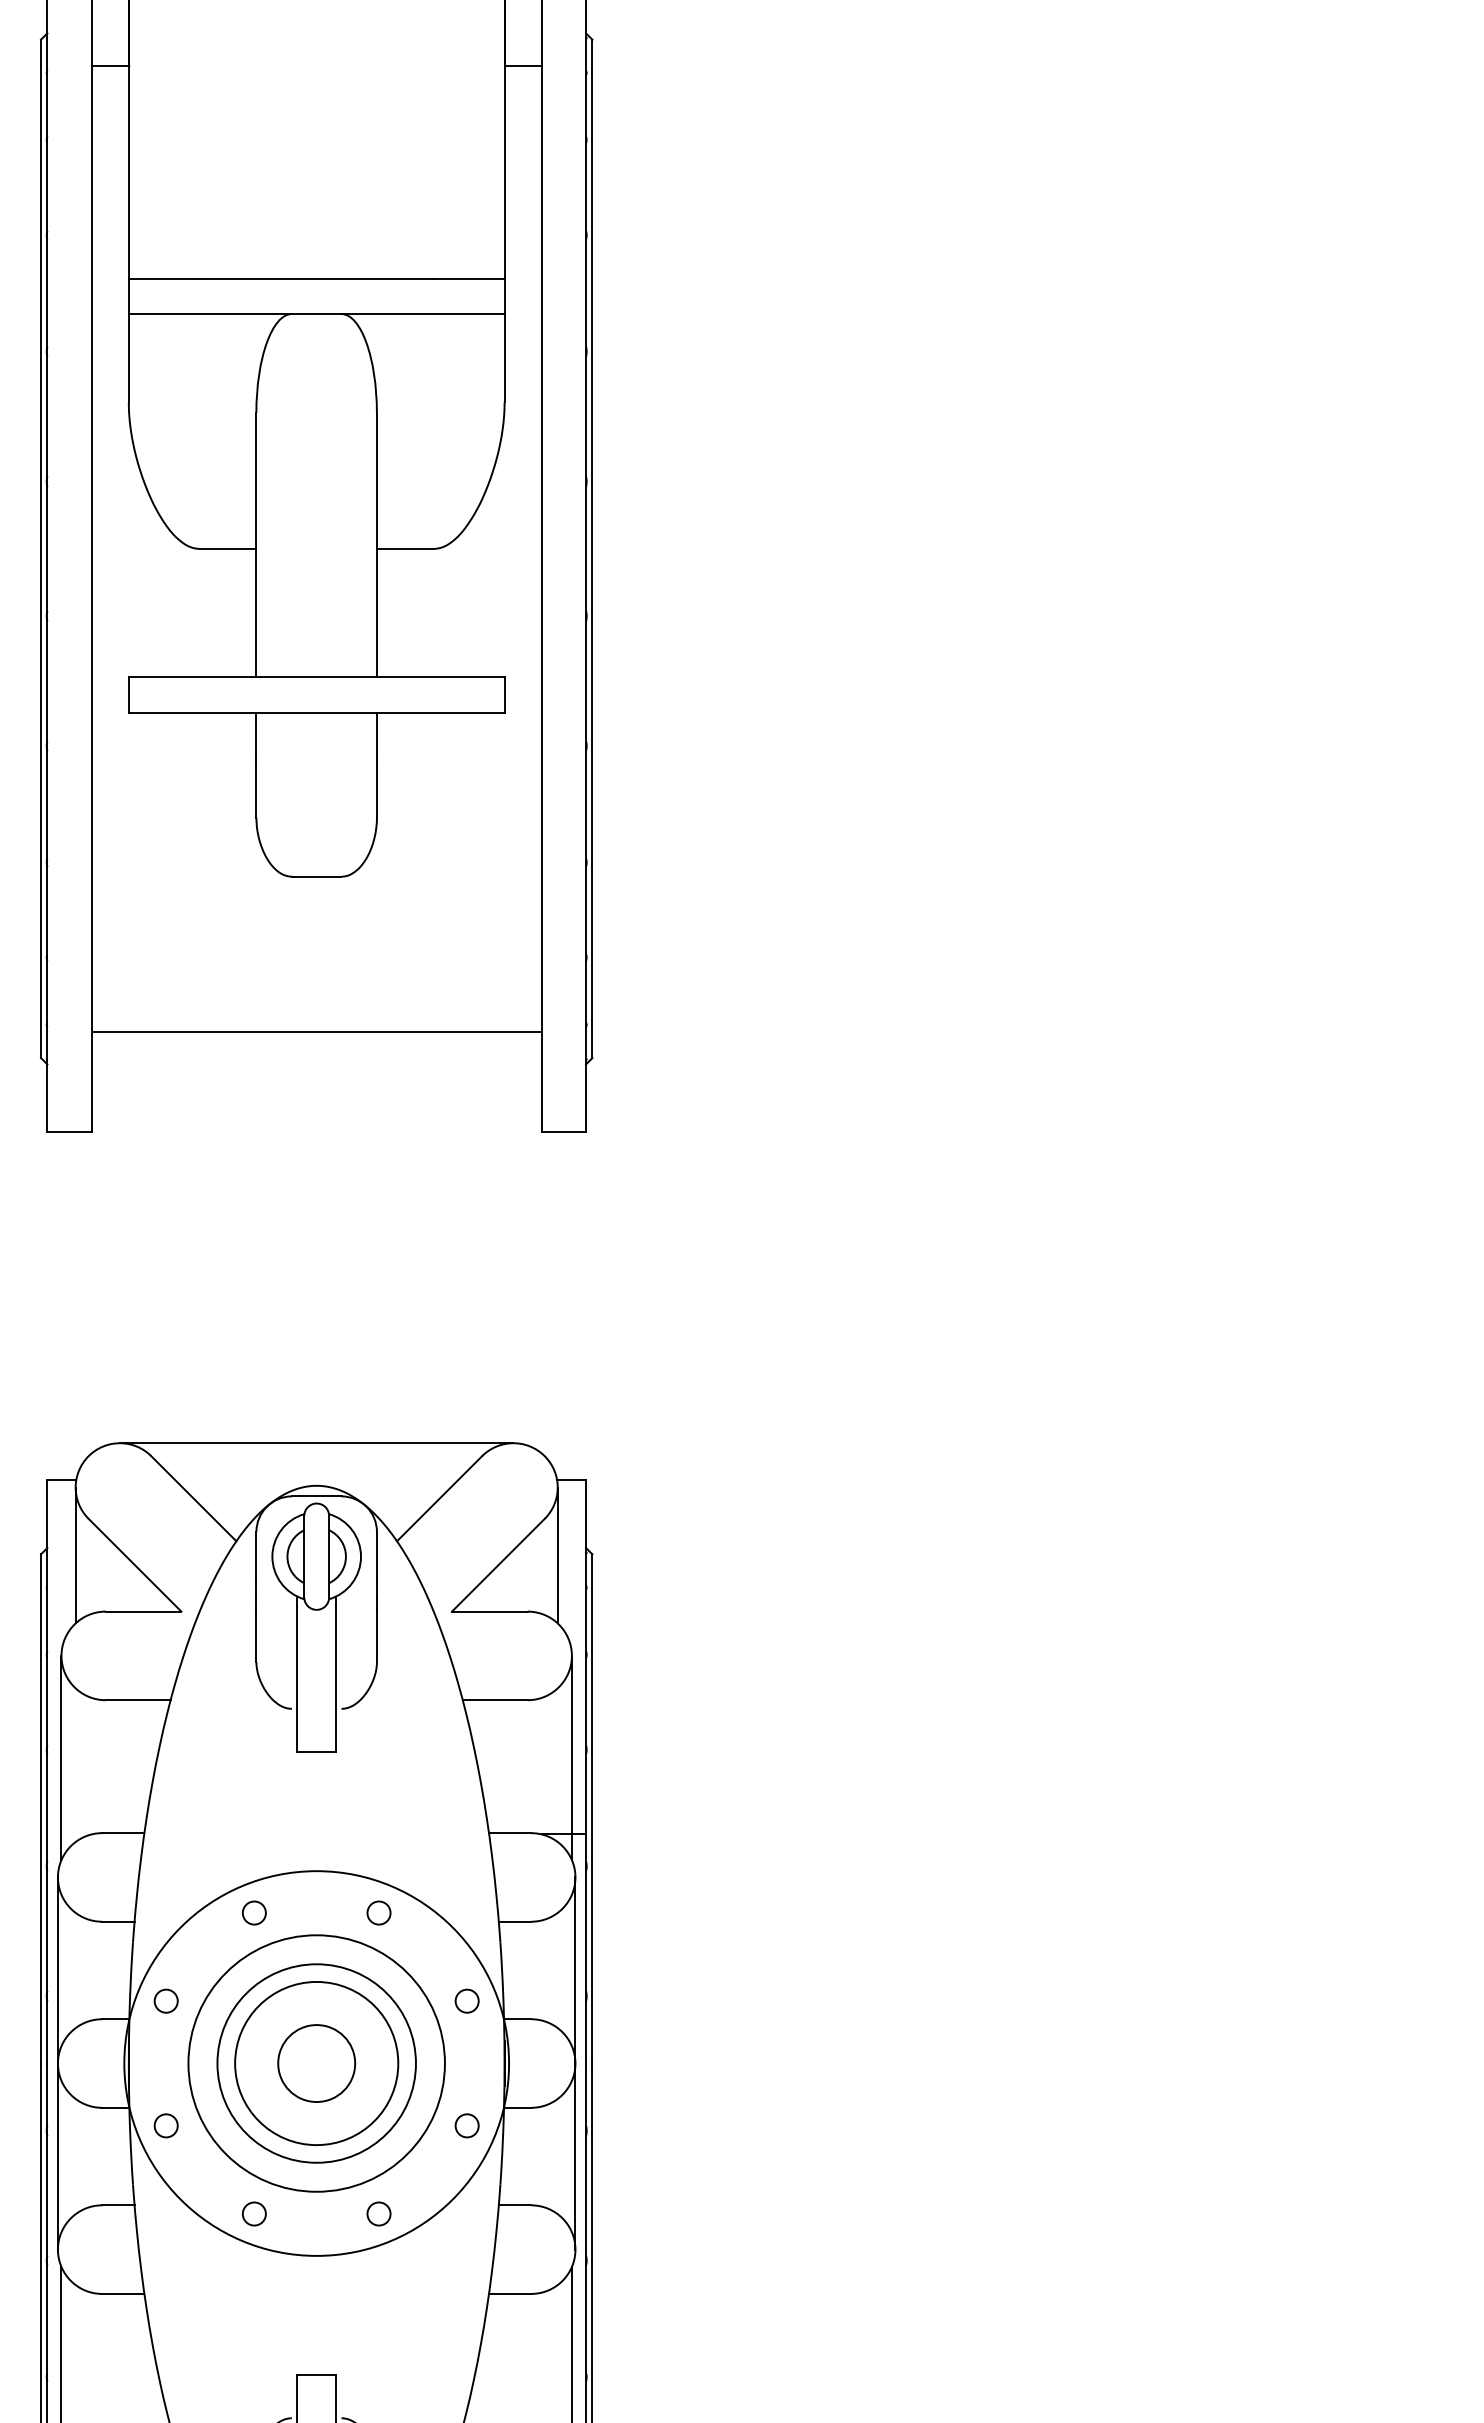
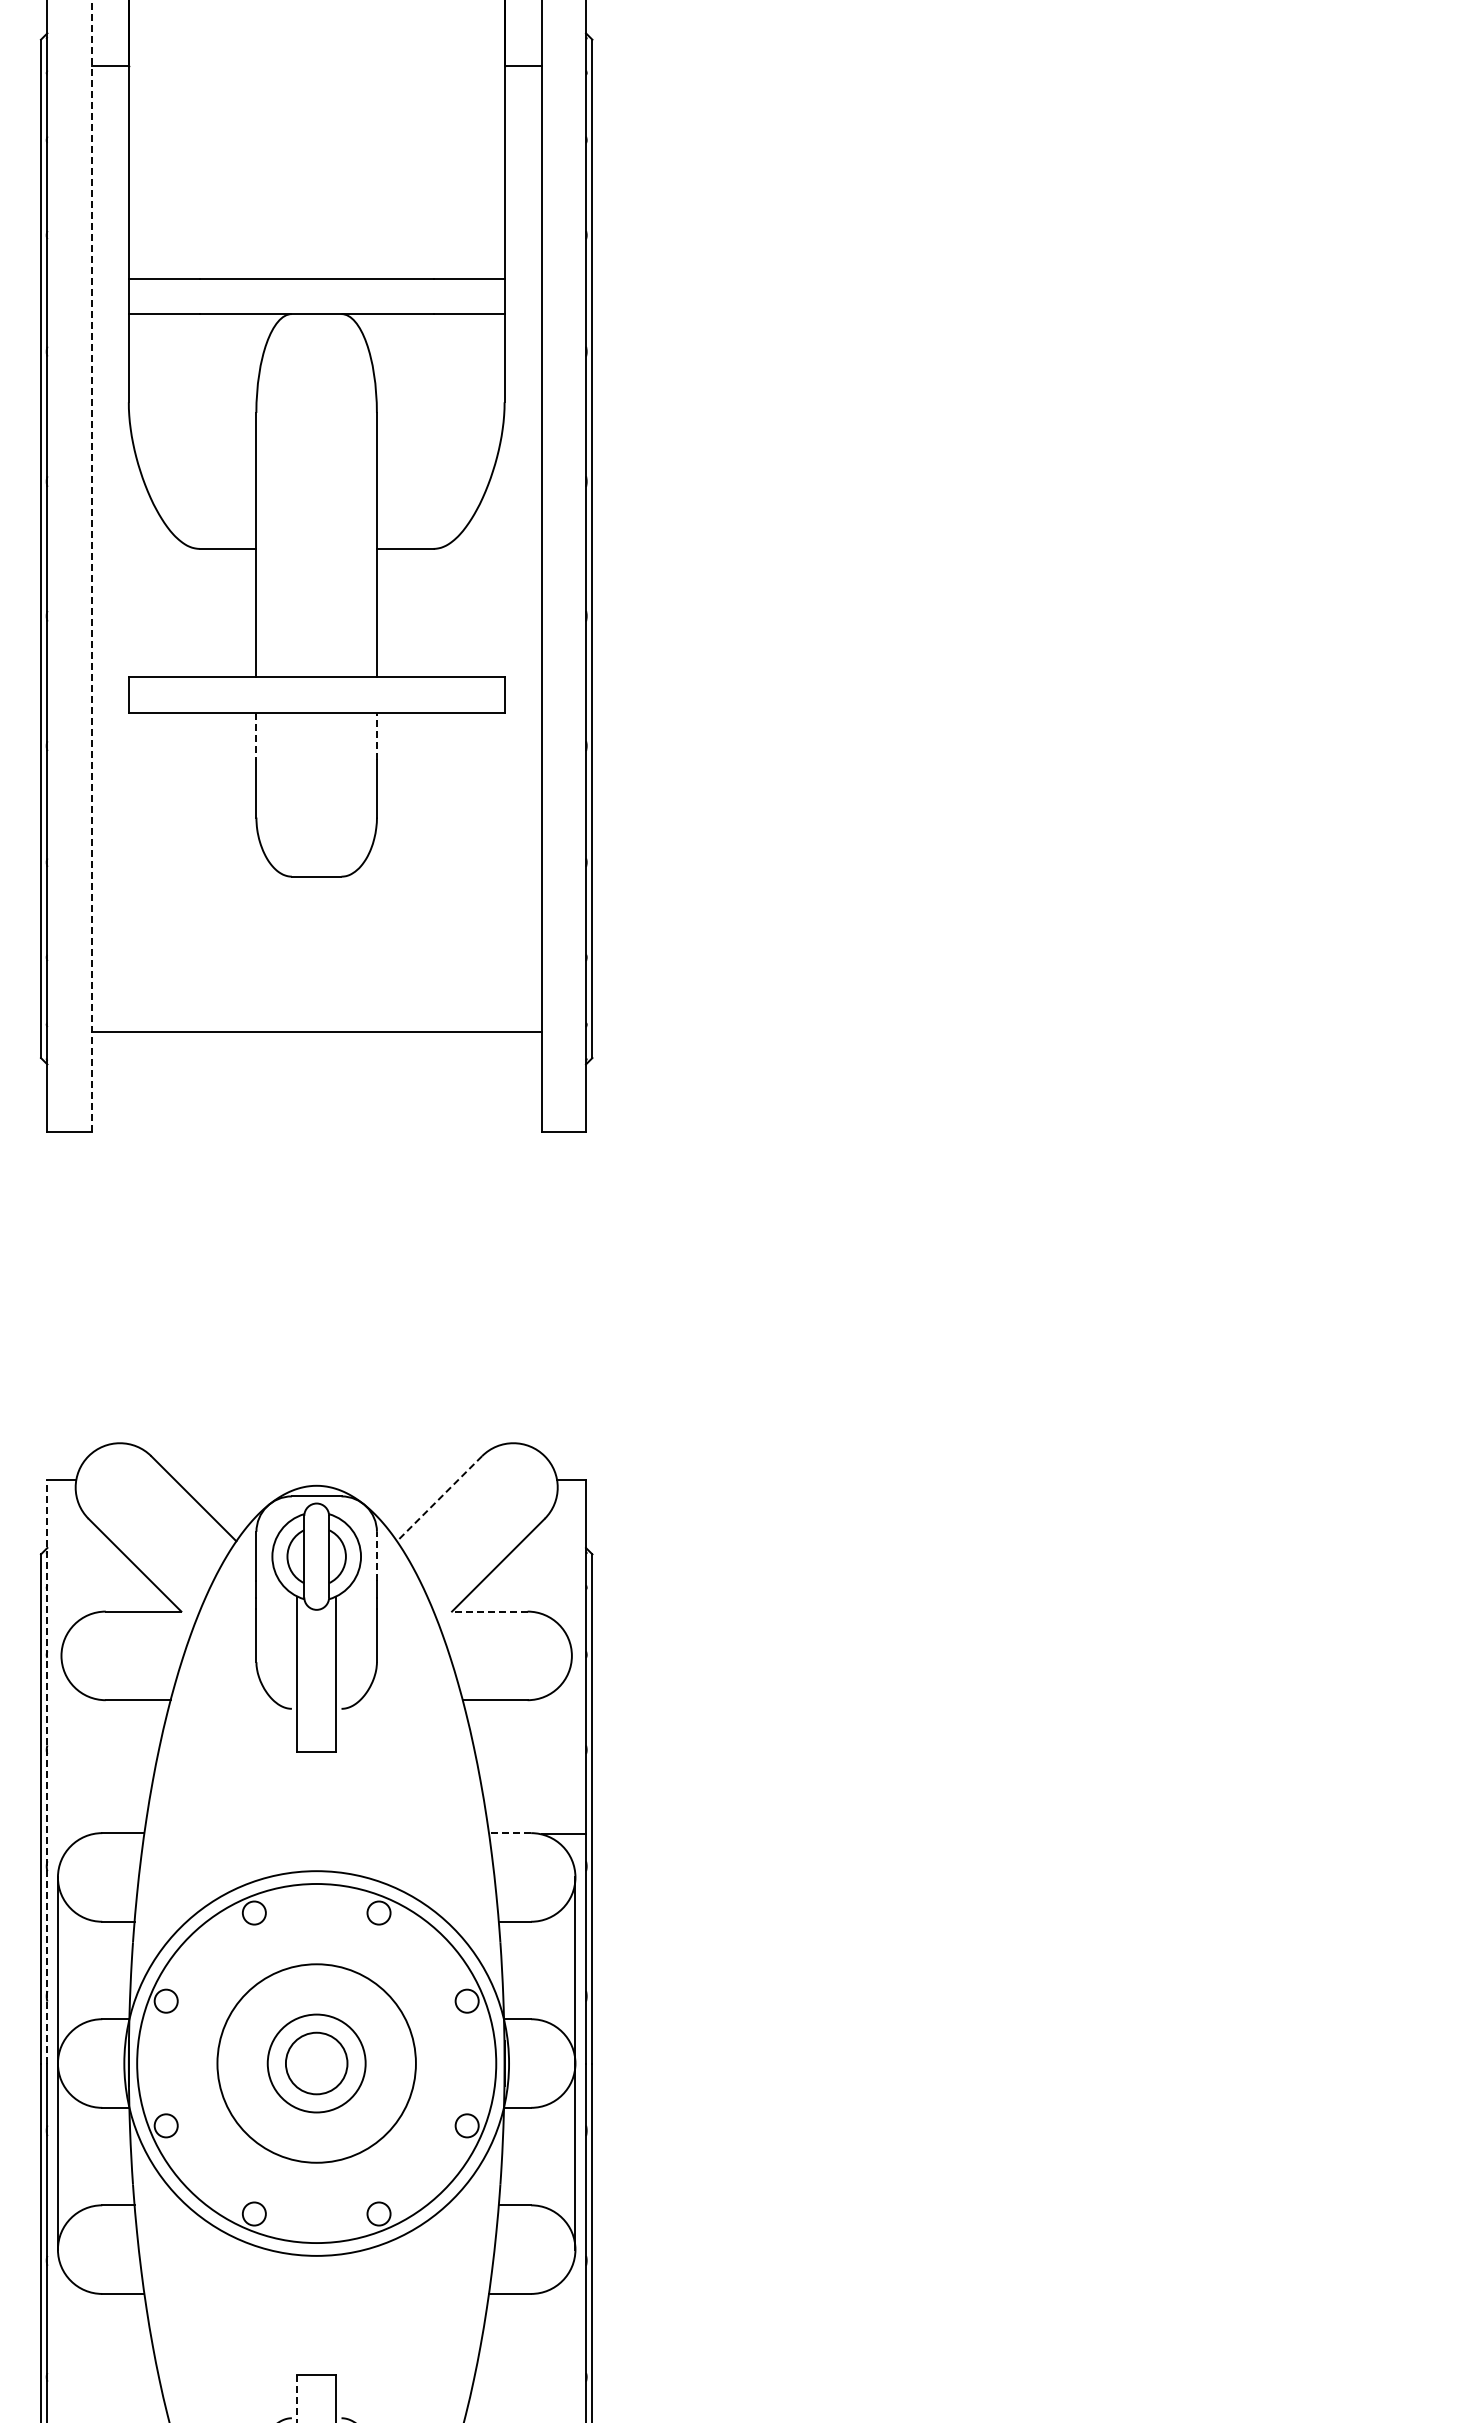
line at (91, 566): solid -> dashed
line at (256, 736): solid -> dashed
line at (376, 736): solid -> dashed
line at (316, 1443): present -> none
line at (439, 1499): solid -> dashed
line at (75, 1555): present -> none
line at (376, 1555): solid -> dashed
line at (557, 1555): present -> none
line at (489, 1611): solid -> dashed
line at (61, 1757): present -> none
line at (571, 1757): present -> none
line at (47, 1771): solid -> dashed
line at (509, 1833): solid -> dashed
circle at (316, 2063) diameter: 163 px -> 98 px
circle at (316, 2063) diameter: 256 px -> 359 px
circle at (316, 2063) diameter: 77 px -> 62 px
line at (61, 2343): present -> none
line at (571, 2343): present -> none
line at (297, 2398): solid -> dashed
